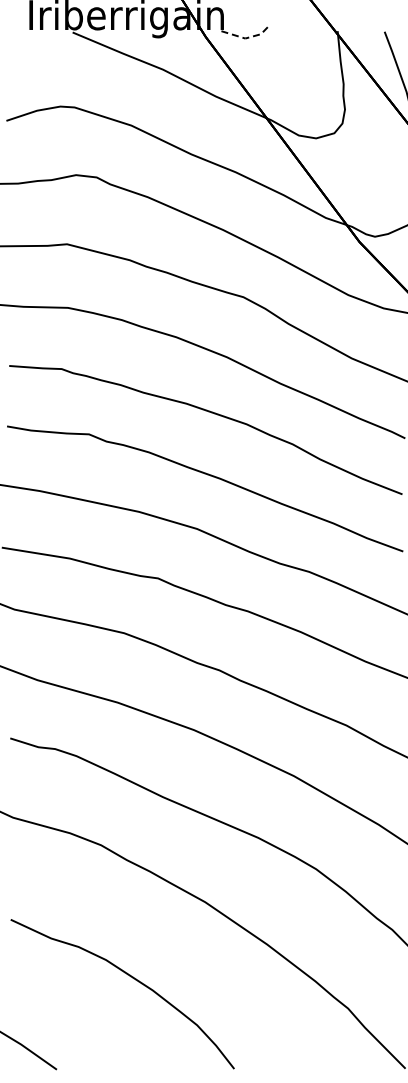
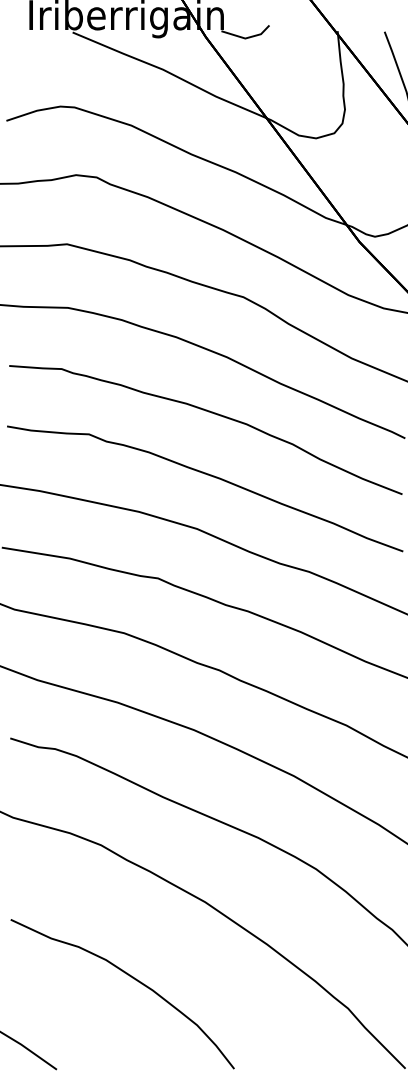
line at (247, 38): dashed -> solid
